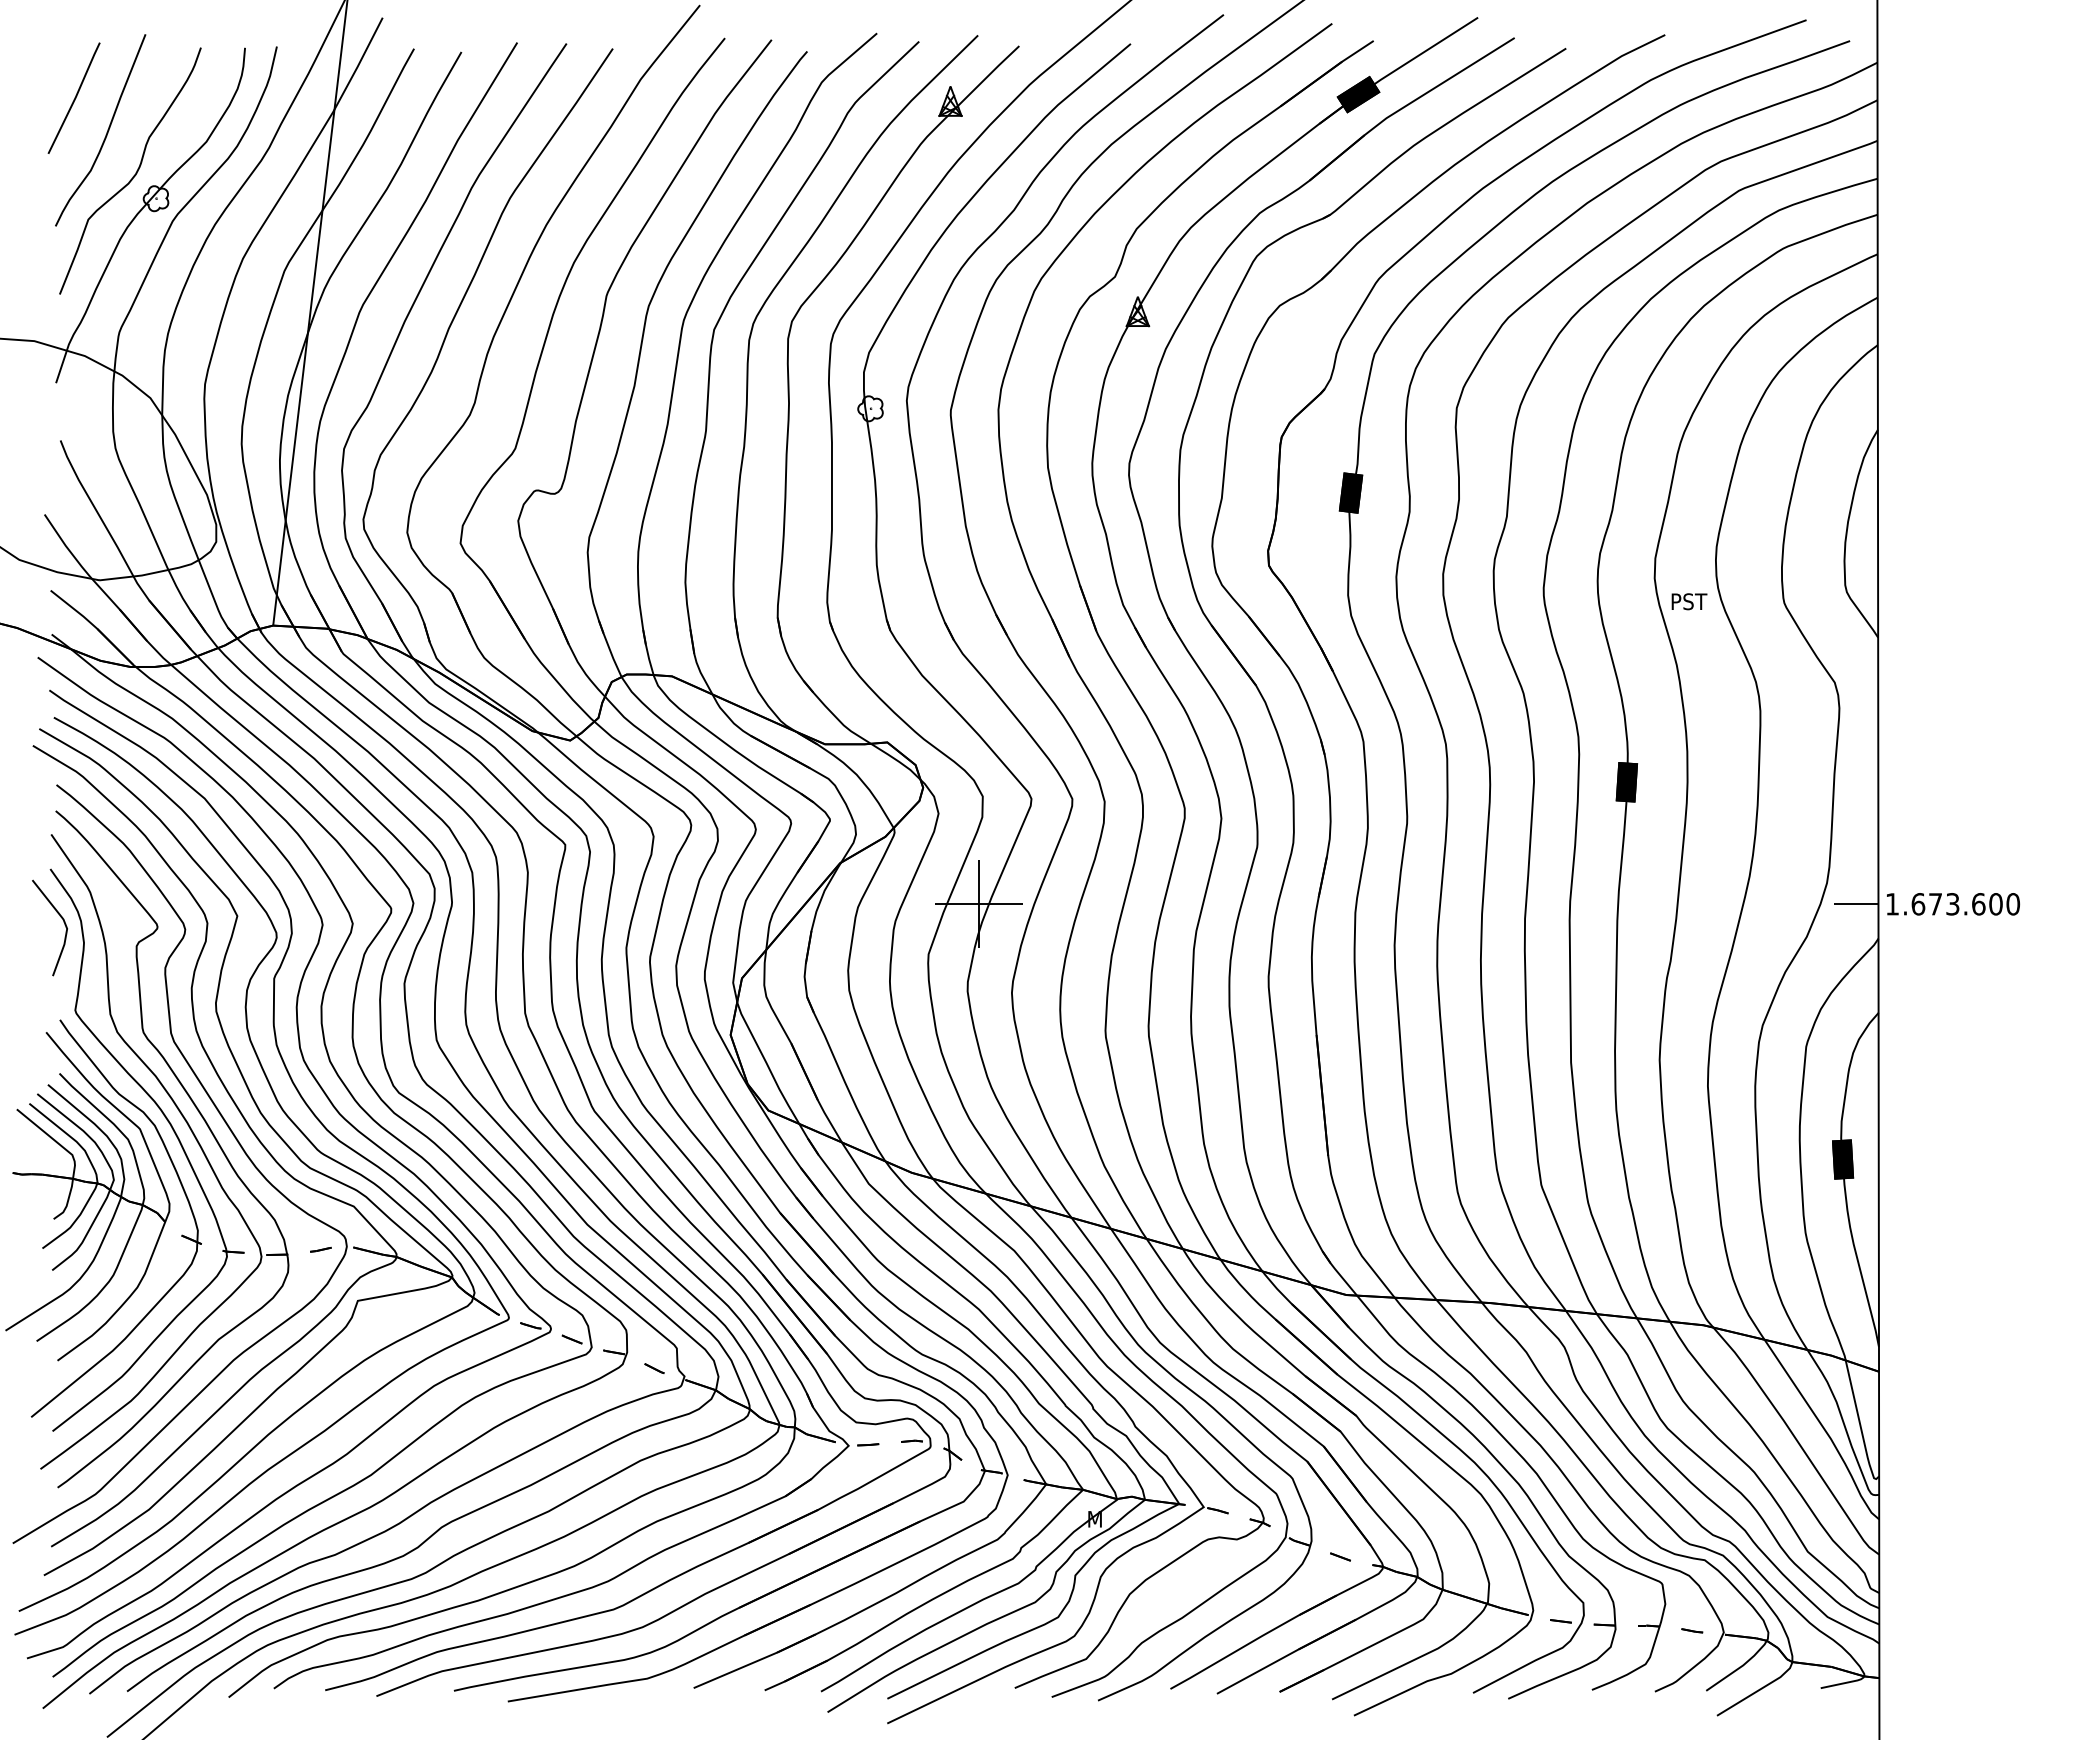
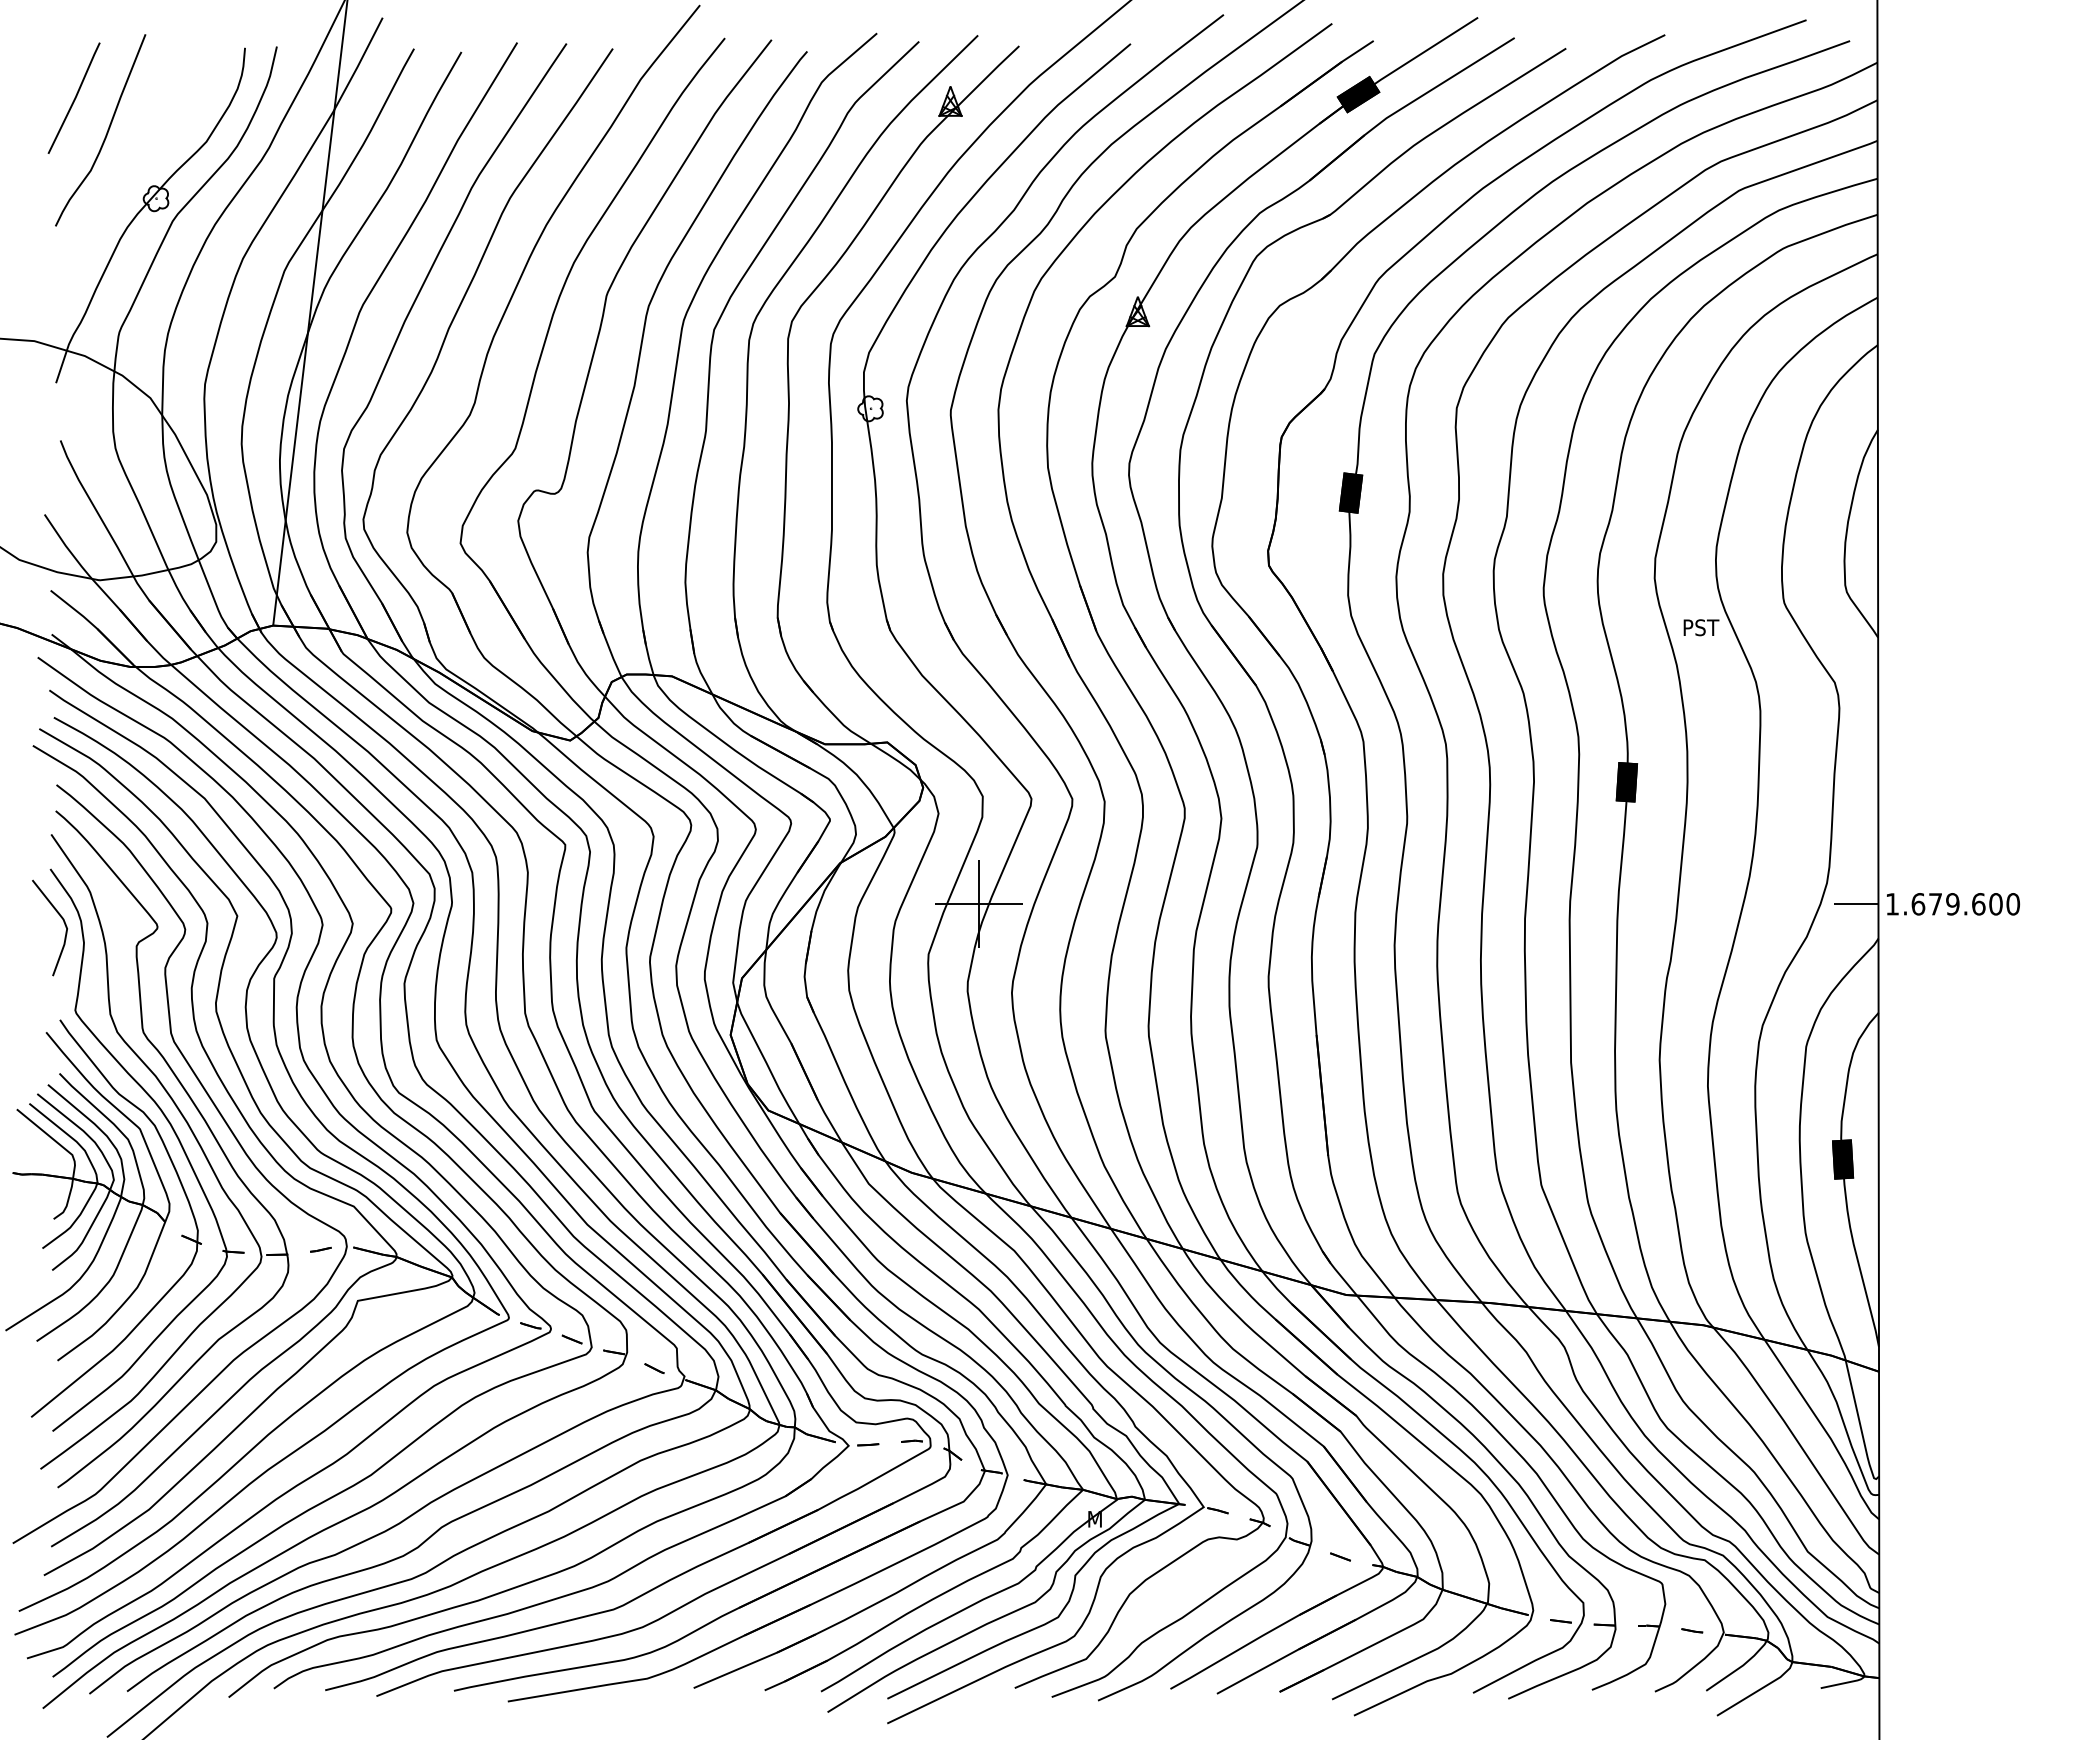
curve at (135, 172): present -> none
text at (1689, 601) position: (1689, 601) -> (1701, 627)
text at (1952, 904): 1.673.600 -> 1.679.600
